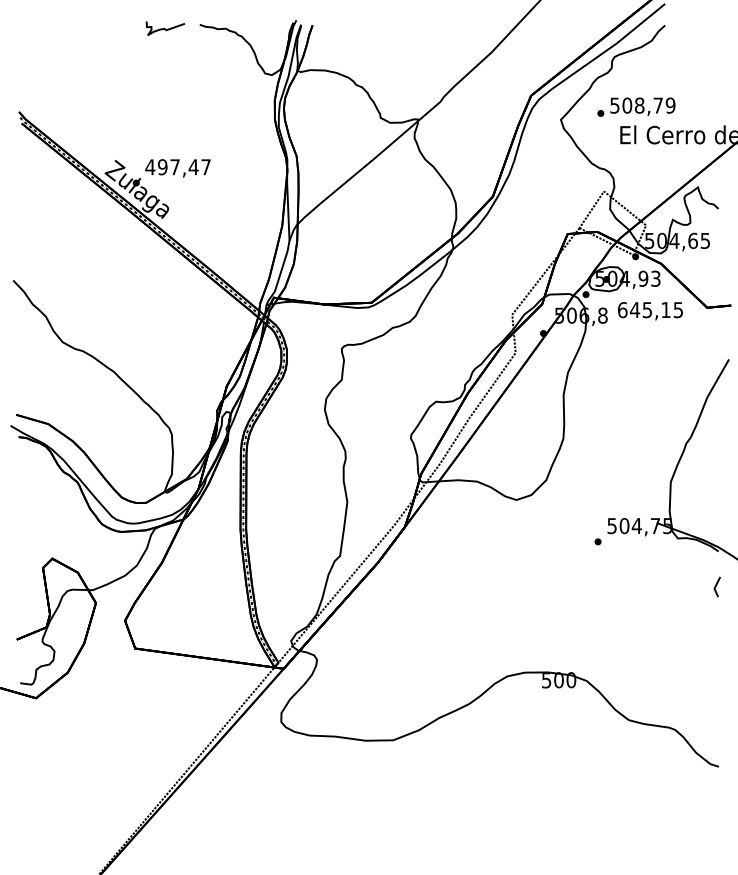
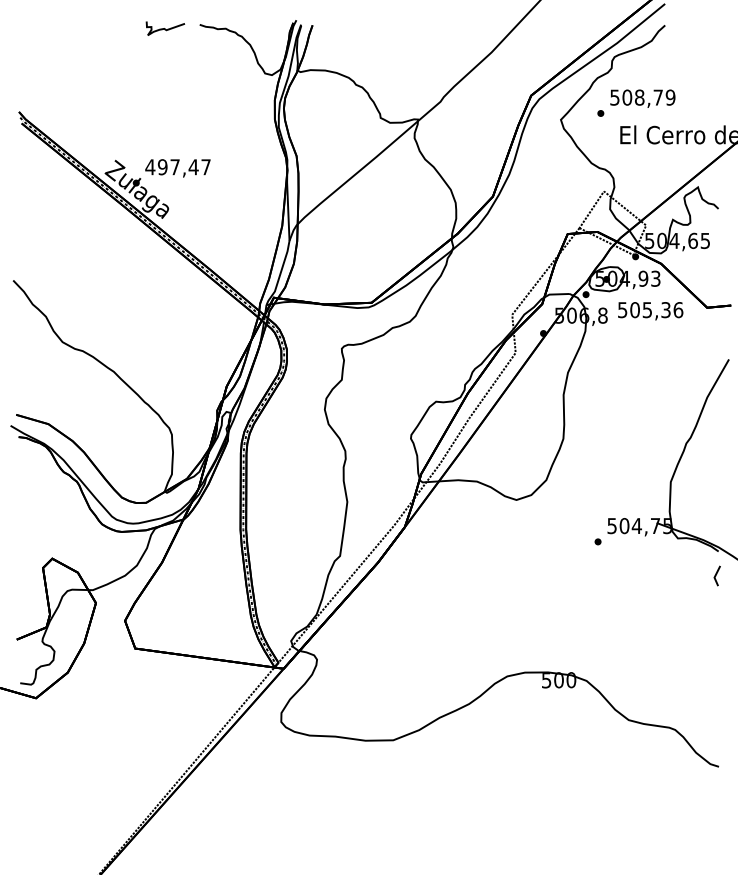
text at (642, 106) position: (642, 106) -> (642, 98)
text at (650, 310): 645,15 -> 505,36
line at (716, 586) position: (716, 586) -> (716, 575)
